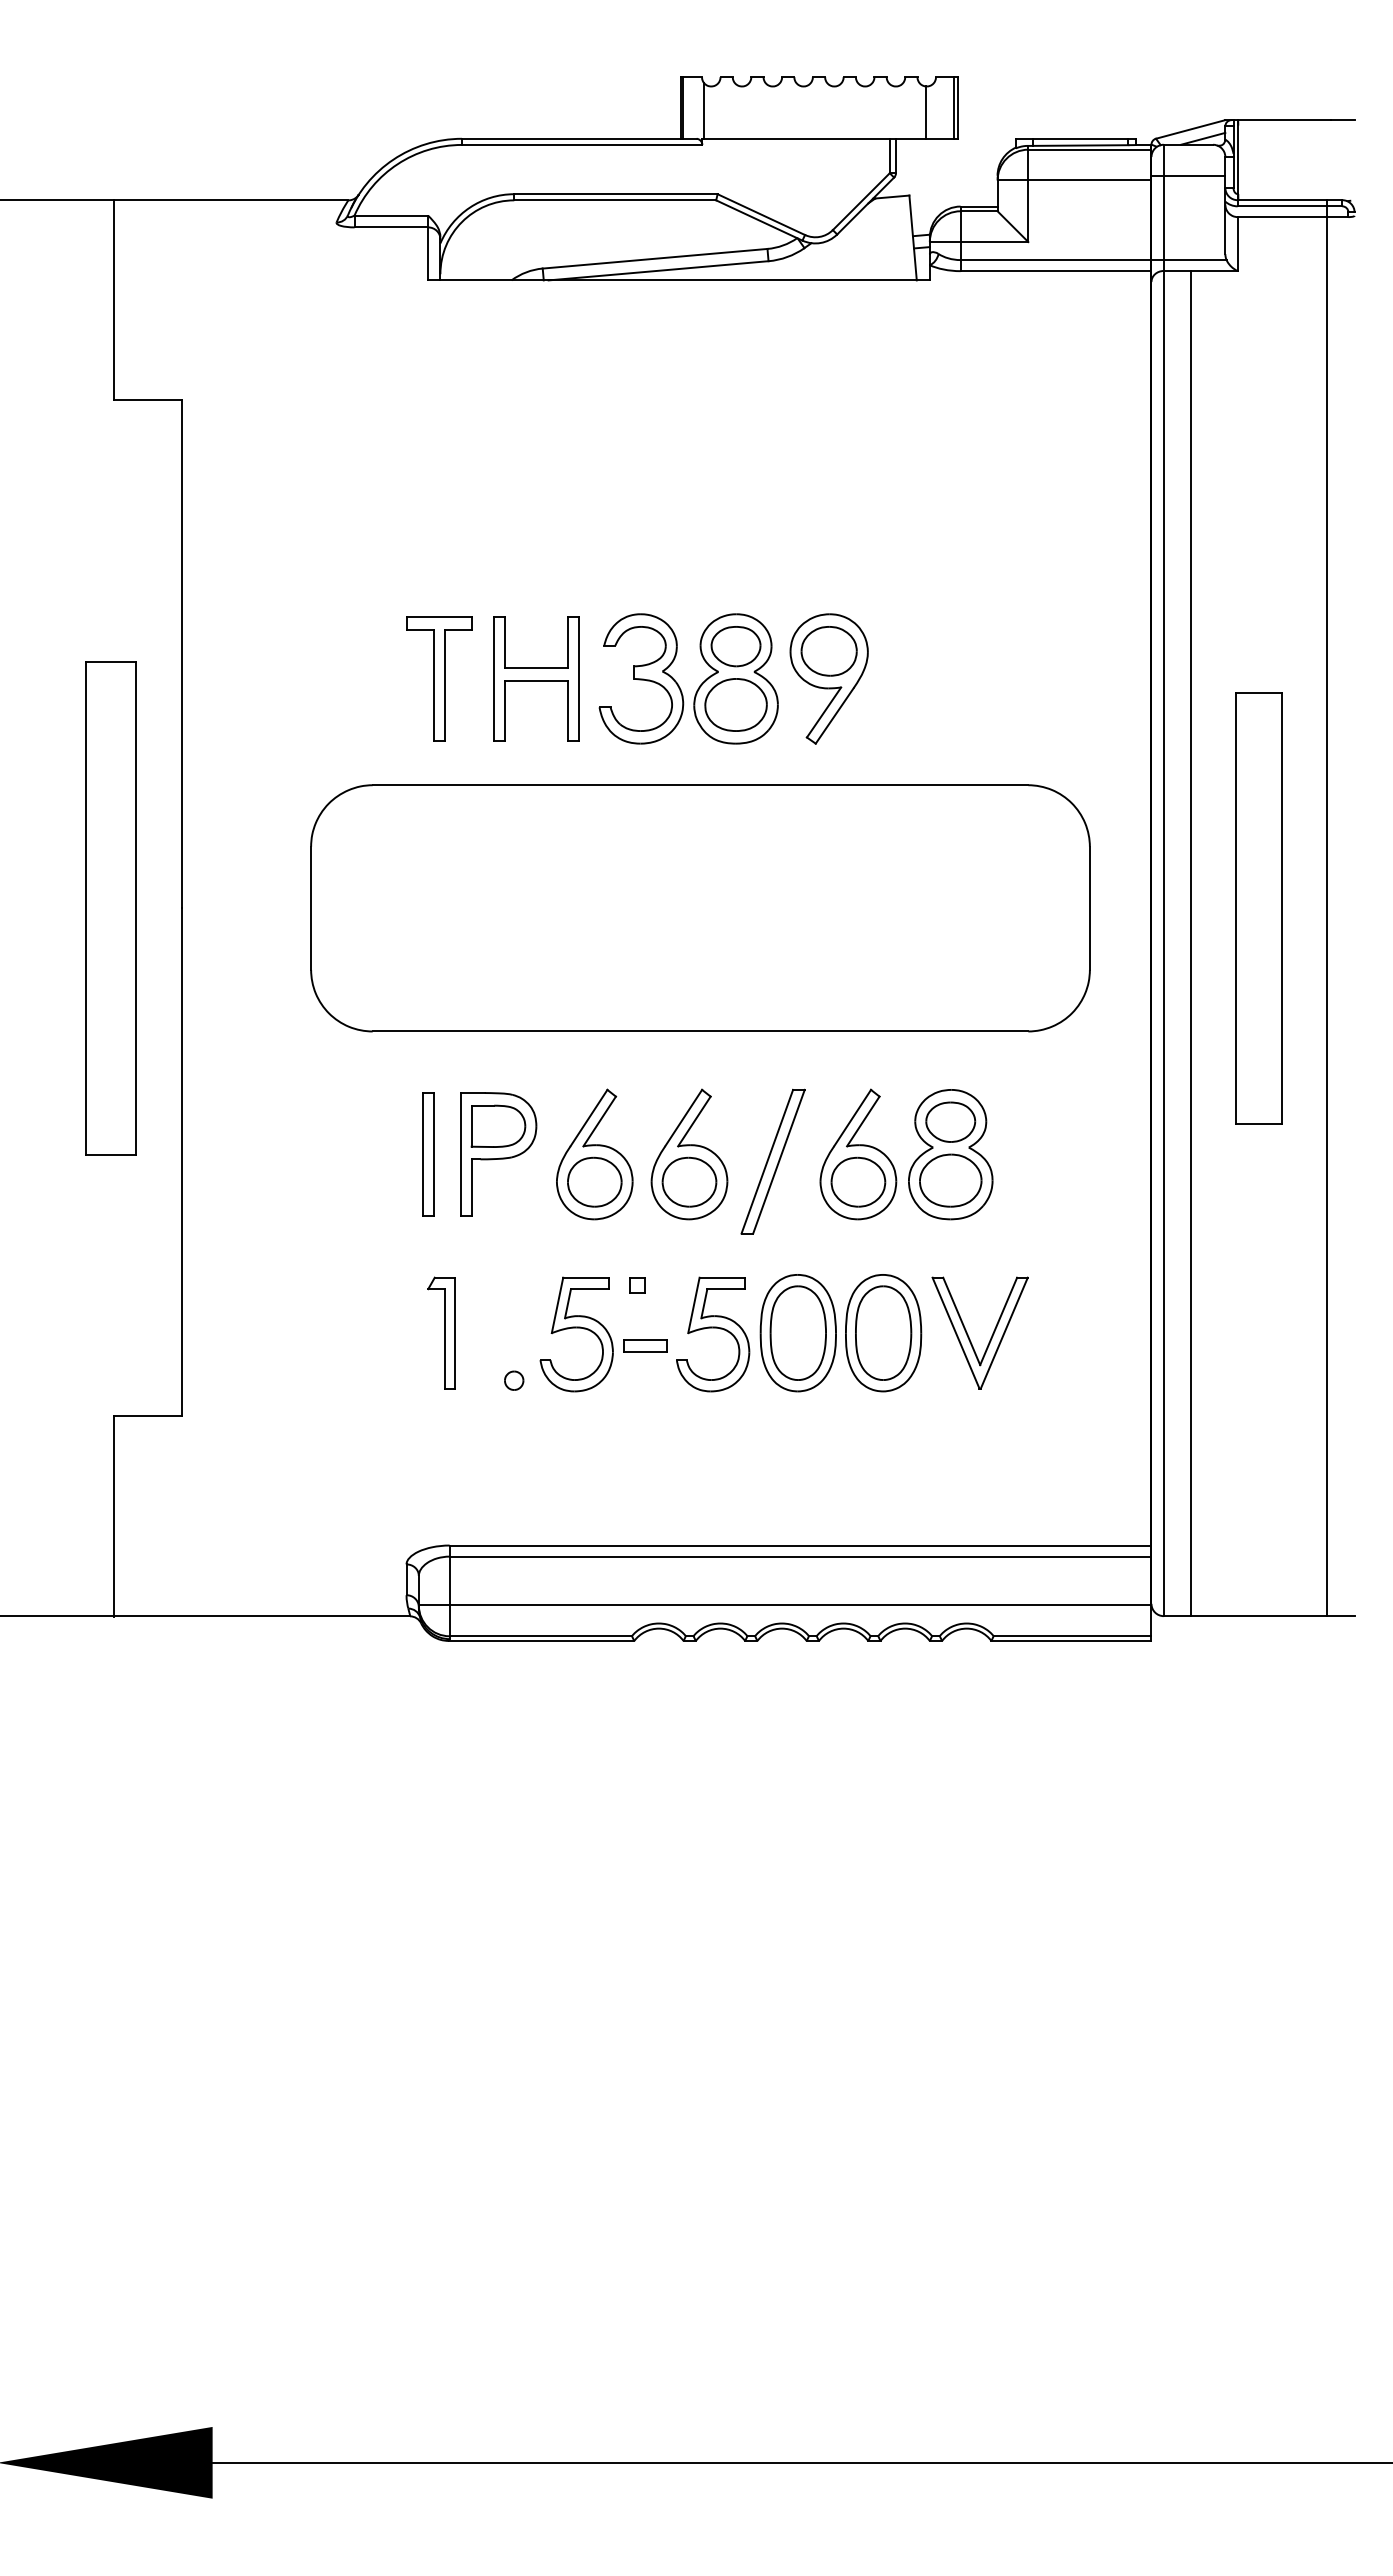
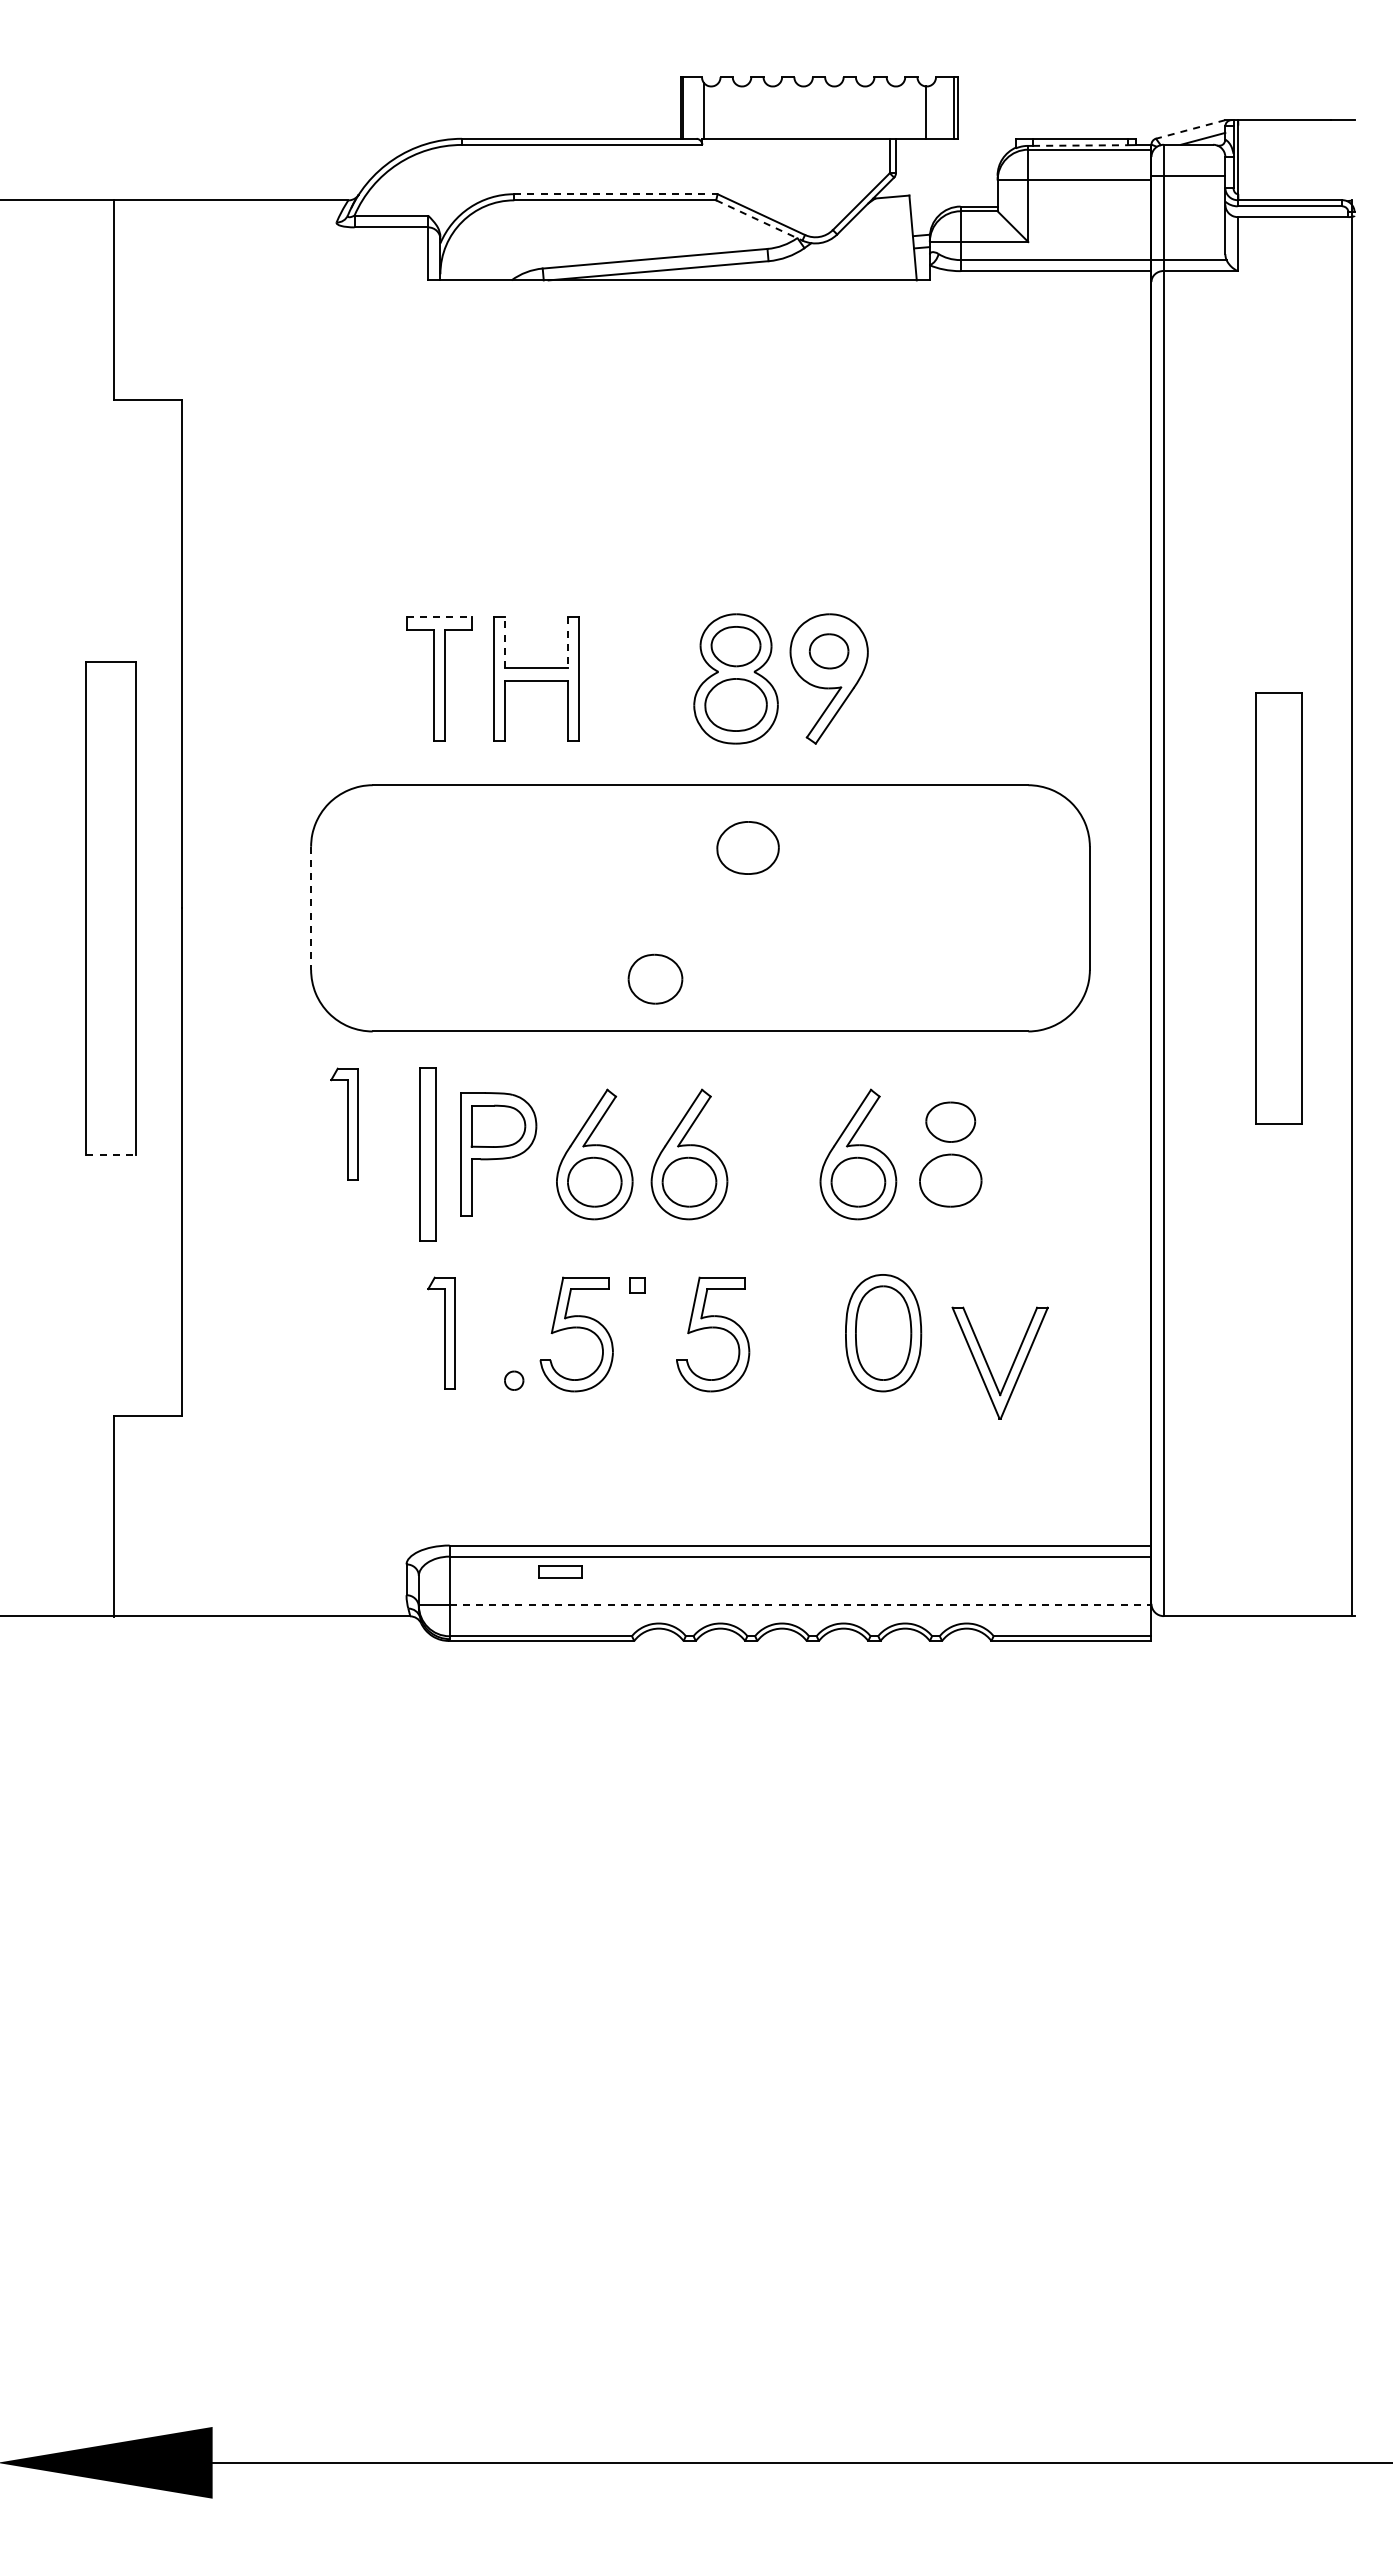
line at (1190, 129): solid -> dashed
line at (1080, 145): solid -> dashed
line at (615, 194): solid -> dashed
line at (759, 220): solid -> dashed
line at (439, 617): solid -> dashed
line at (504, 642): solid -> dashed
line at (567, 643): solid -> dashed
part at (828, 651) size: 58x51 px -> 42x37 px
part at (641, 678): present -> none
part at (747, 847): none -> present
line at (311, 908): solid -> dashed
part at (1258, 908) position: (1258, 908) -> (1278, 908)
line at (1326, 908) position: (1326, 908) -> (1351, 908)
line at (1191, 943): present -> none
part at (655, 978): none -> present
part at (344, 1123): none -> present
line at (111, 1154): solid -> dashed
part at (428, 1154) size: 13x125 px -> 18x175 px
part at (950, 1154): present -> none
part at (772, 1161): present -> none
part at (797, 1333): present -> none
part at (969, 1336) position: (969, 1336) -> (989, 1366)
part at (645, 1345) position: (645, 1345) -> (560, 1571)
line at (800, 1605): solid -> dashed
